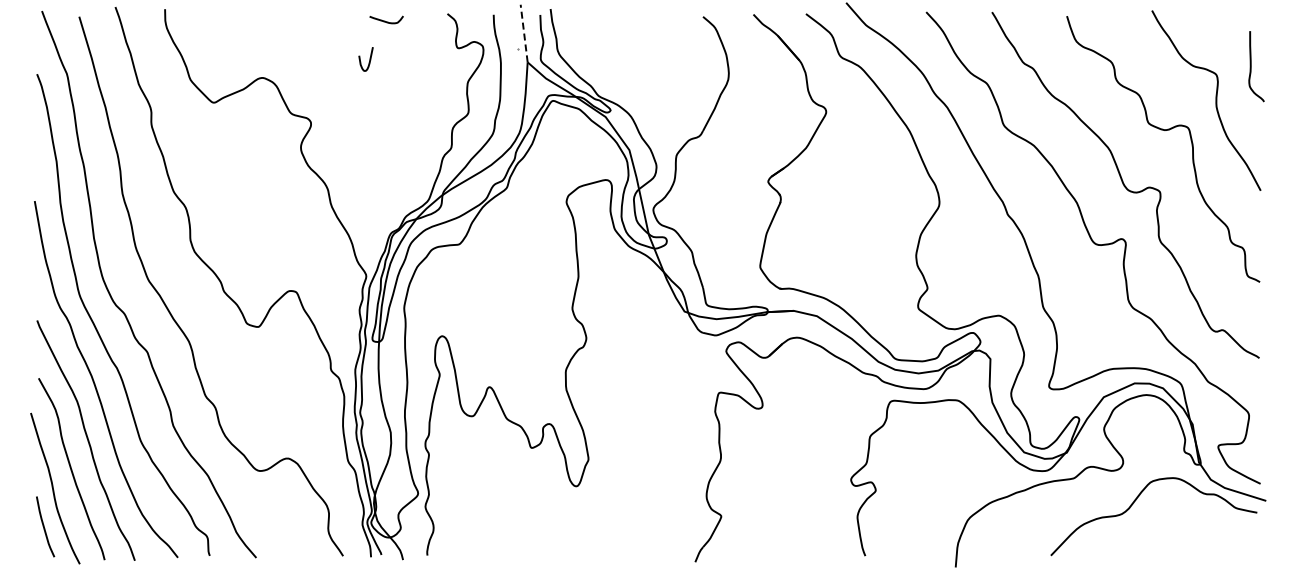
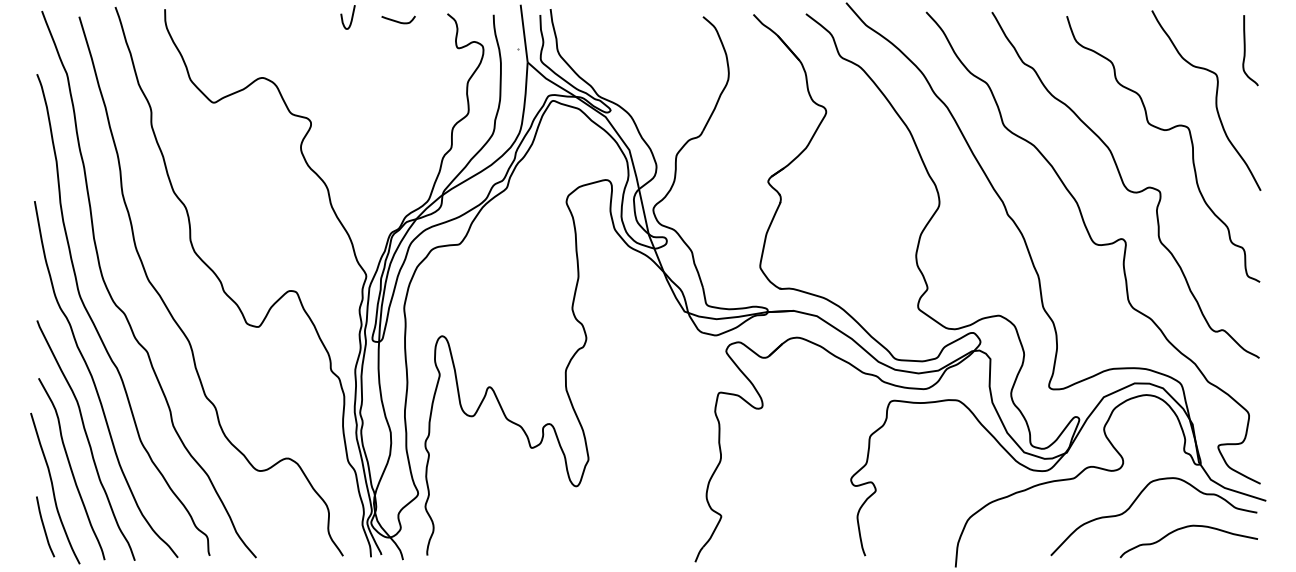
curve at (385, 20) position: (385, 20) -> (397, 20)
line at (524, 33): dashed -> solid
curve at (369, 59) position: (369, 59) -> (351, 17)
curve at (1251, 66) position: (1251, 66) -> (1245, 50)
curve at (1185, 528): none -> present
